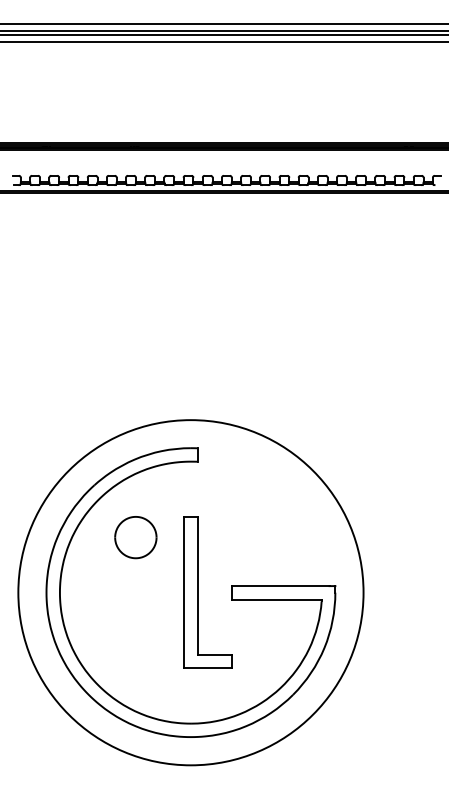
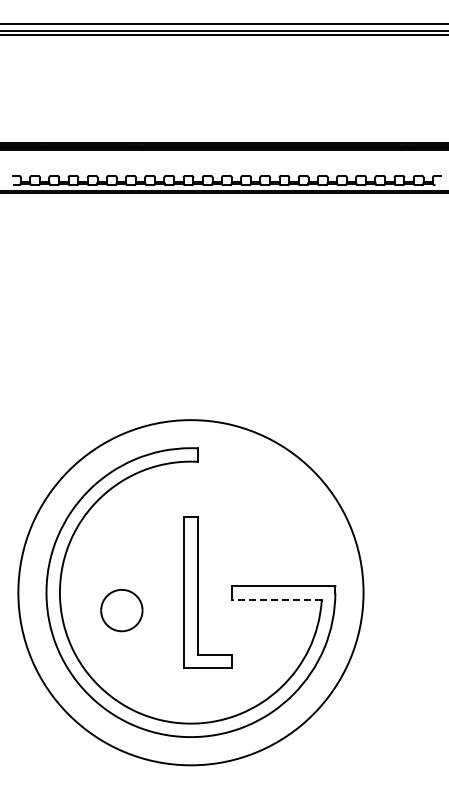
line at (223, 42): present -> none
part at (135, 537) position: (135, 537) -> (121, 610)
line at (276, 599): solid -> dashed
